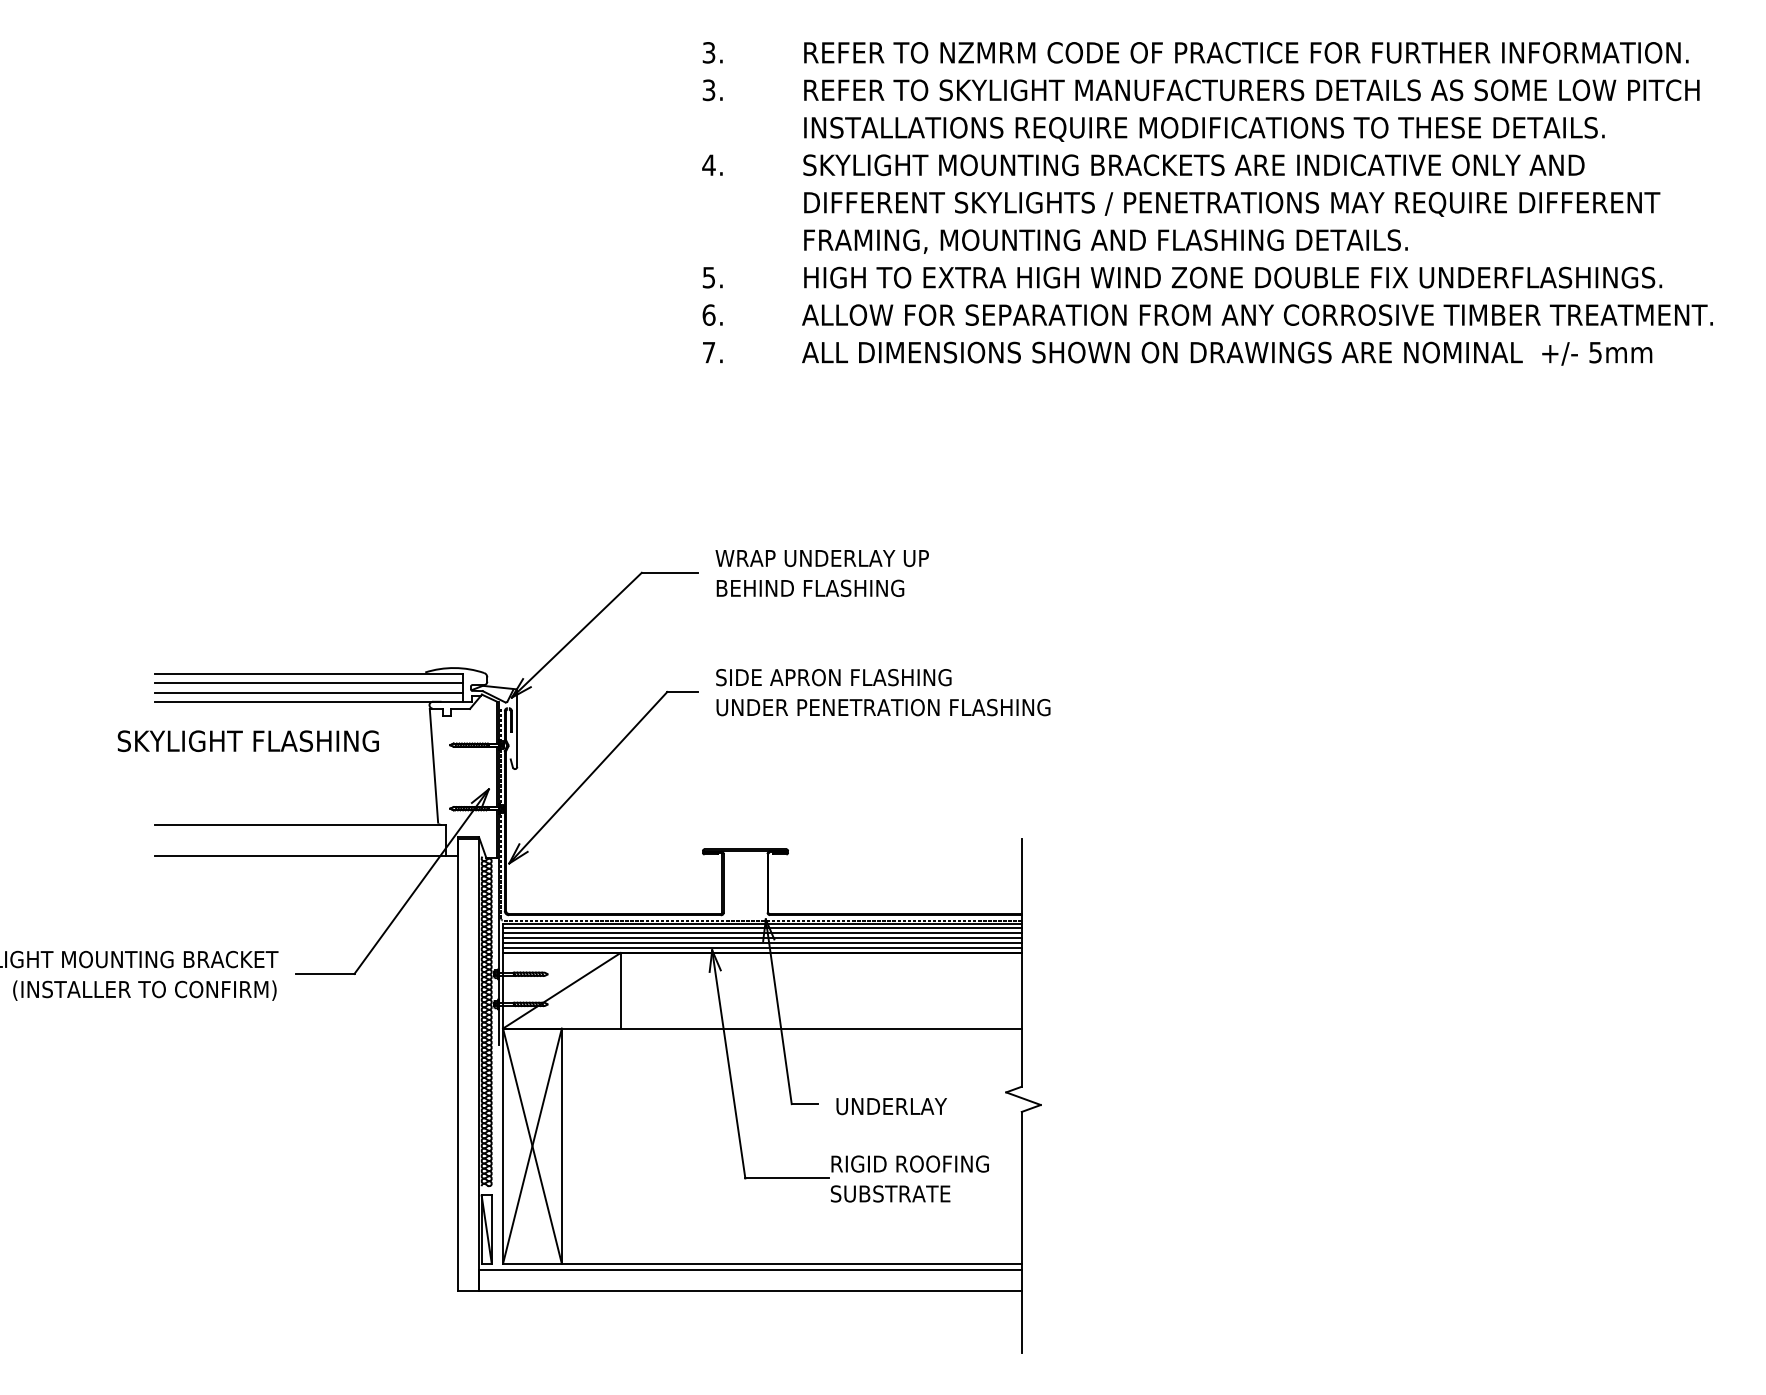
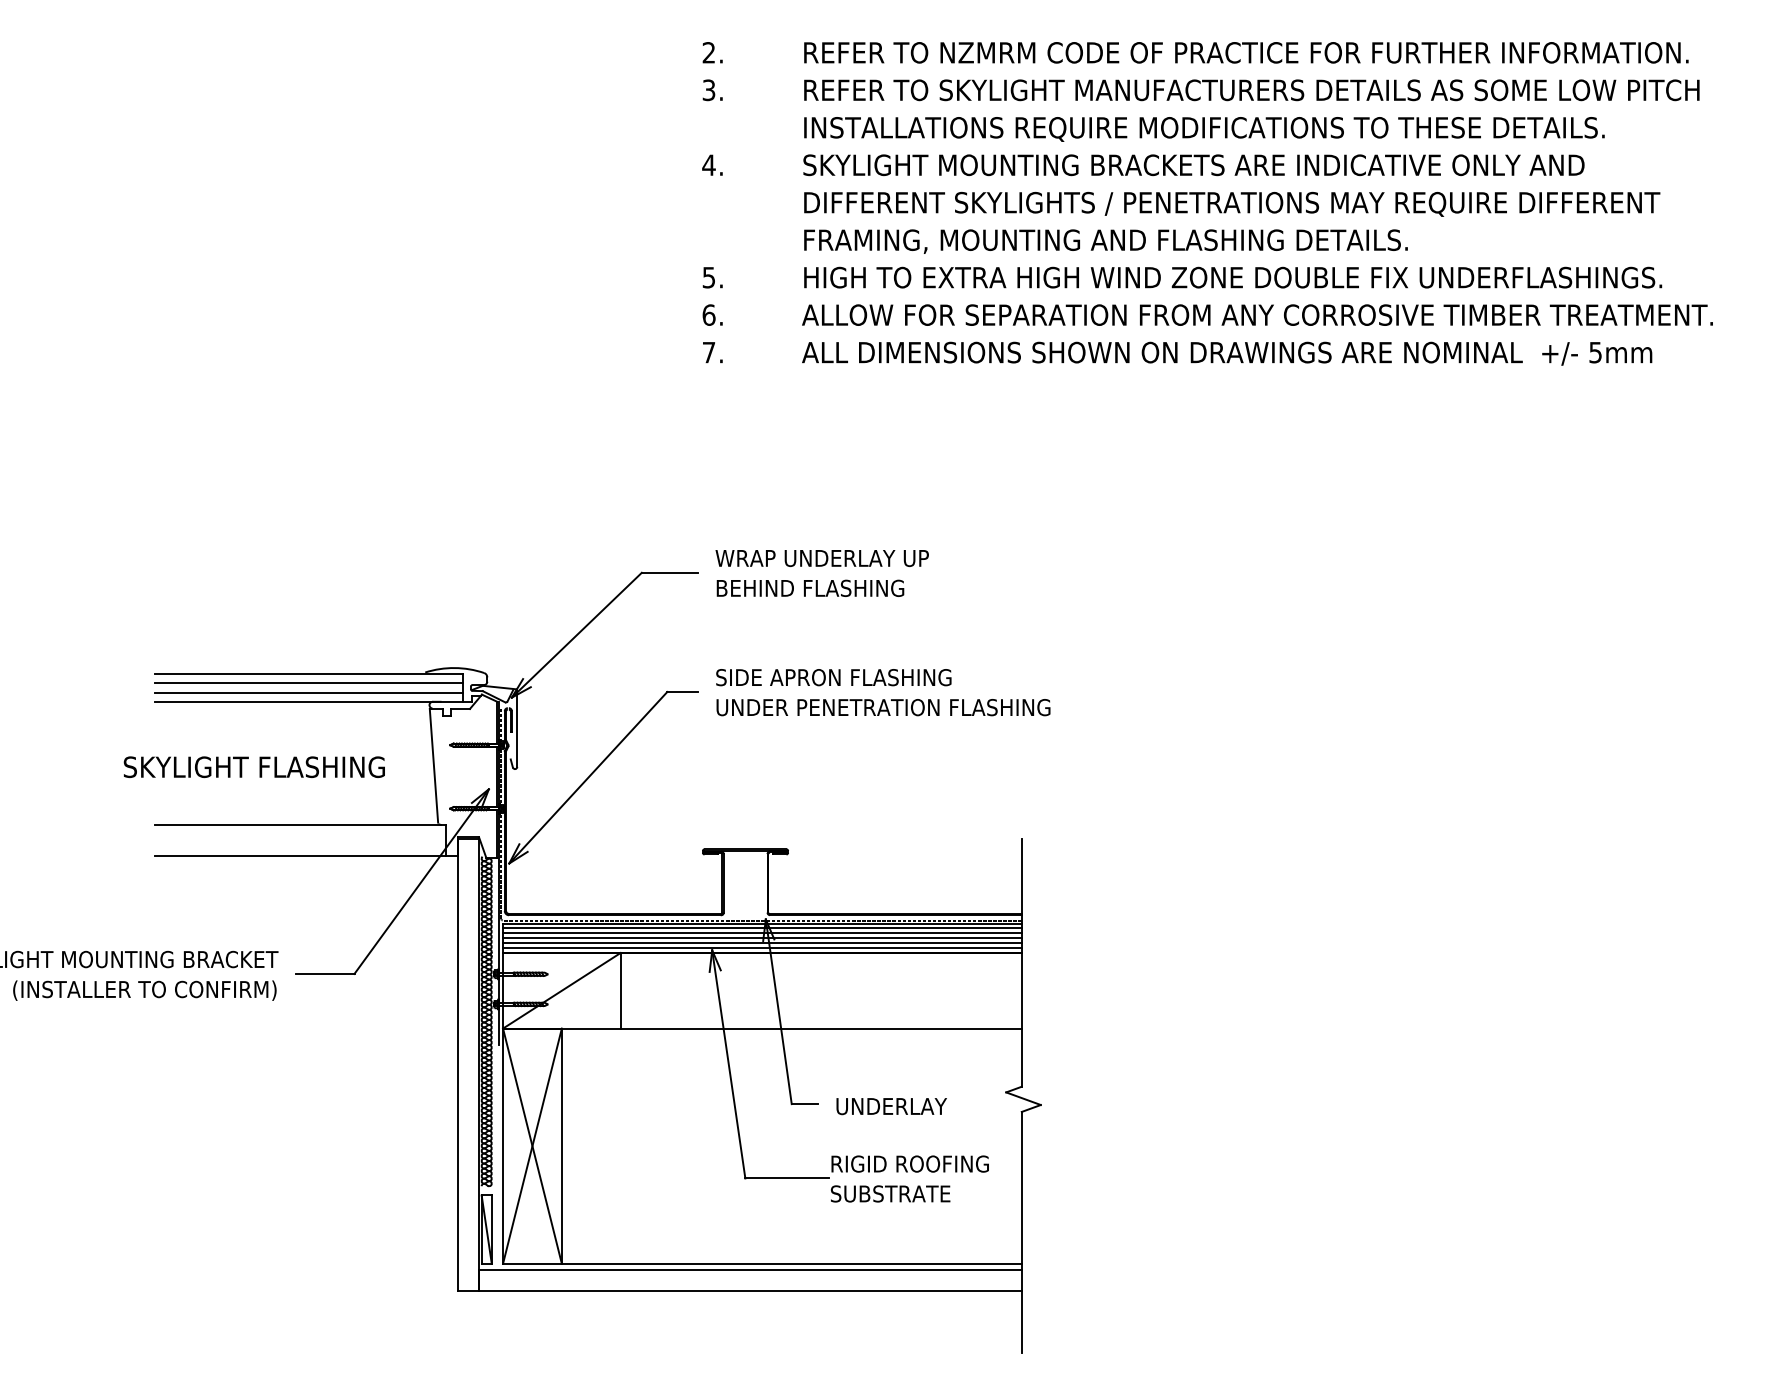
text at (708, 52): 3. -> 2.
text at (247, 740) position: (247, 740) -> (253, 766)
